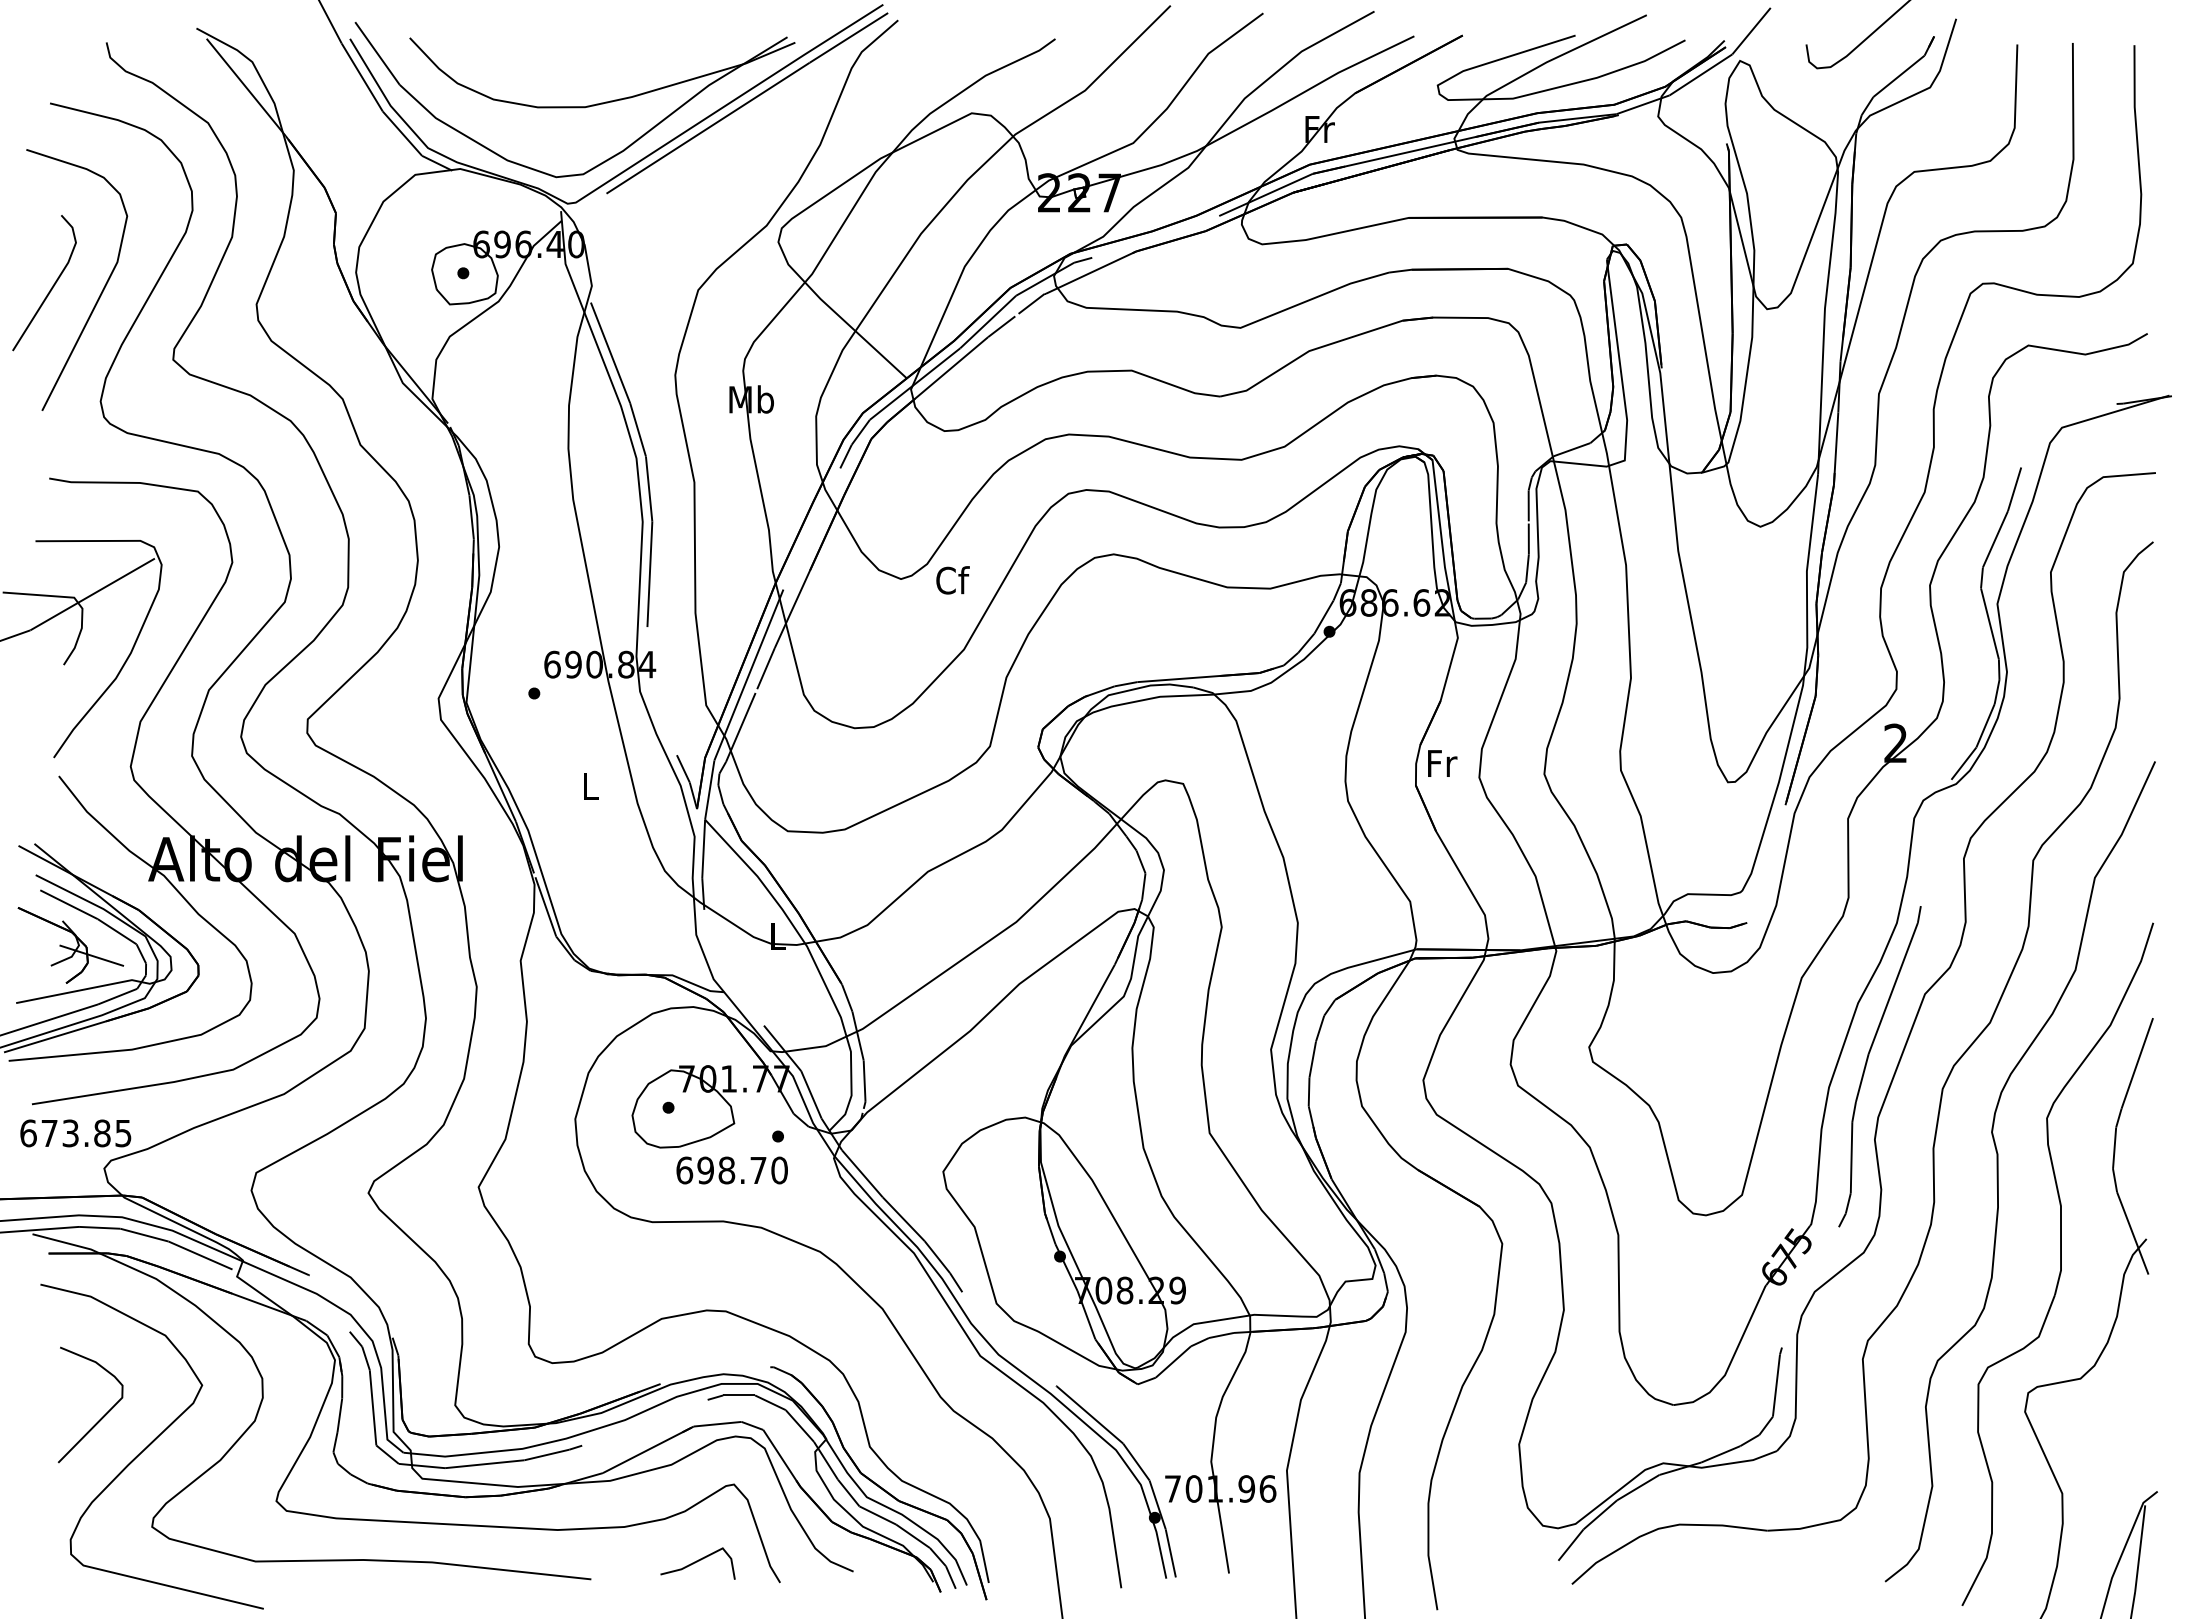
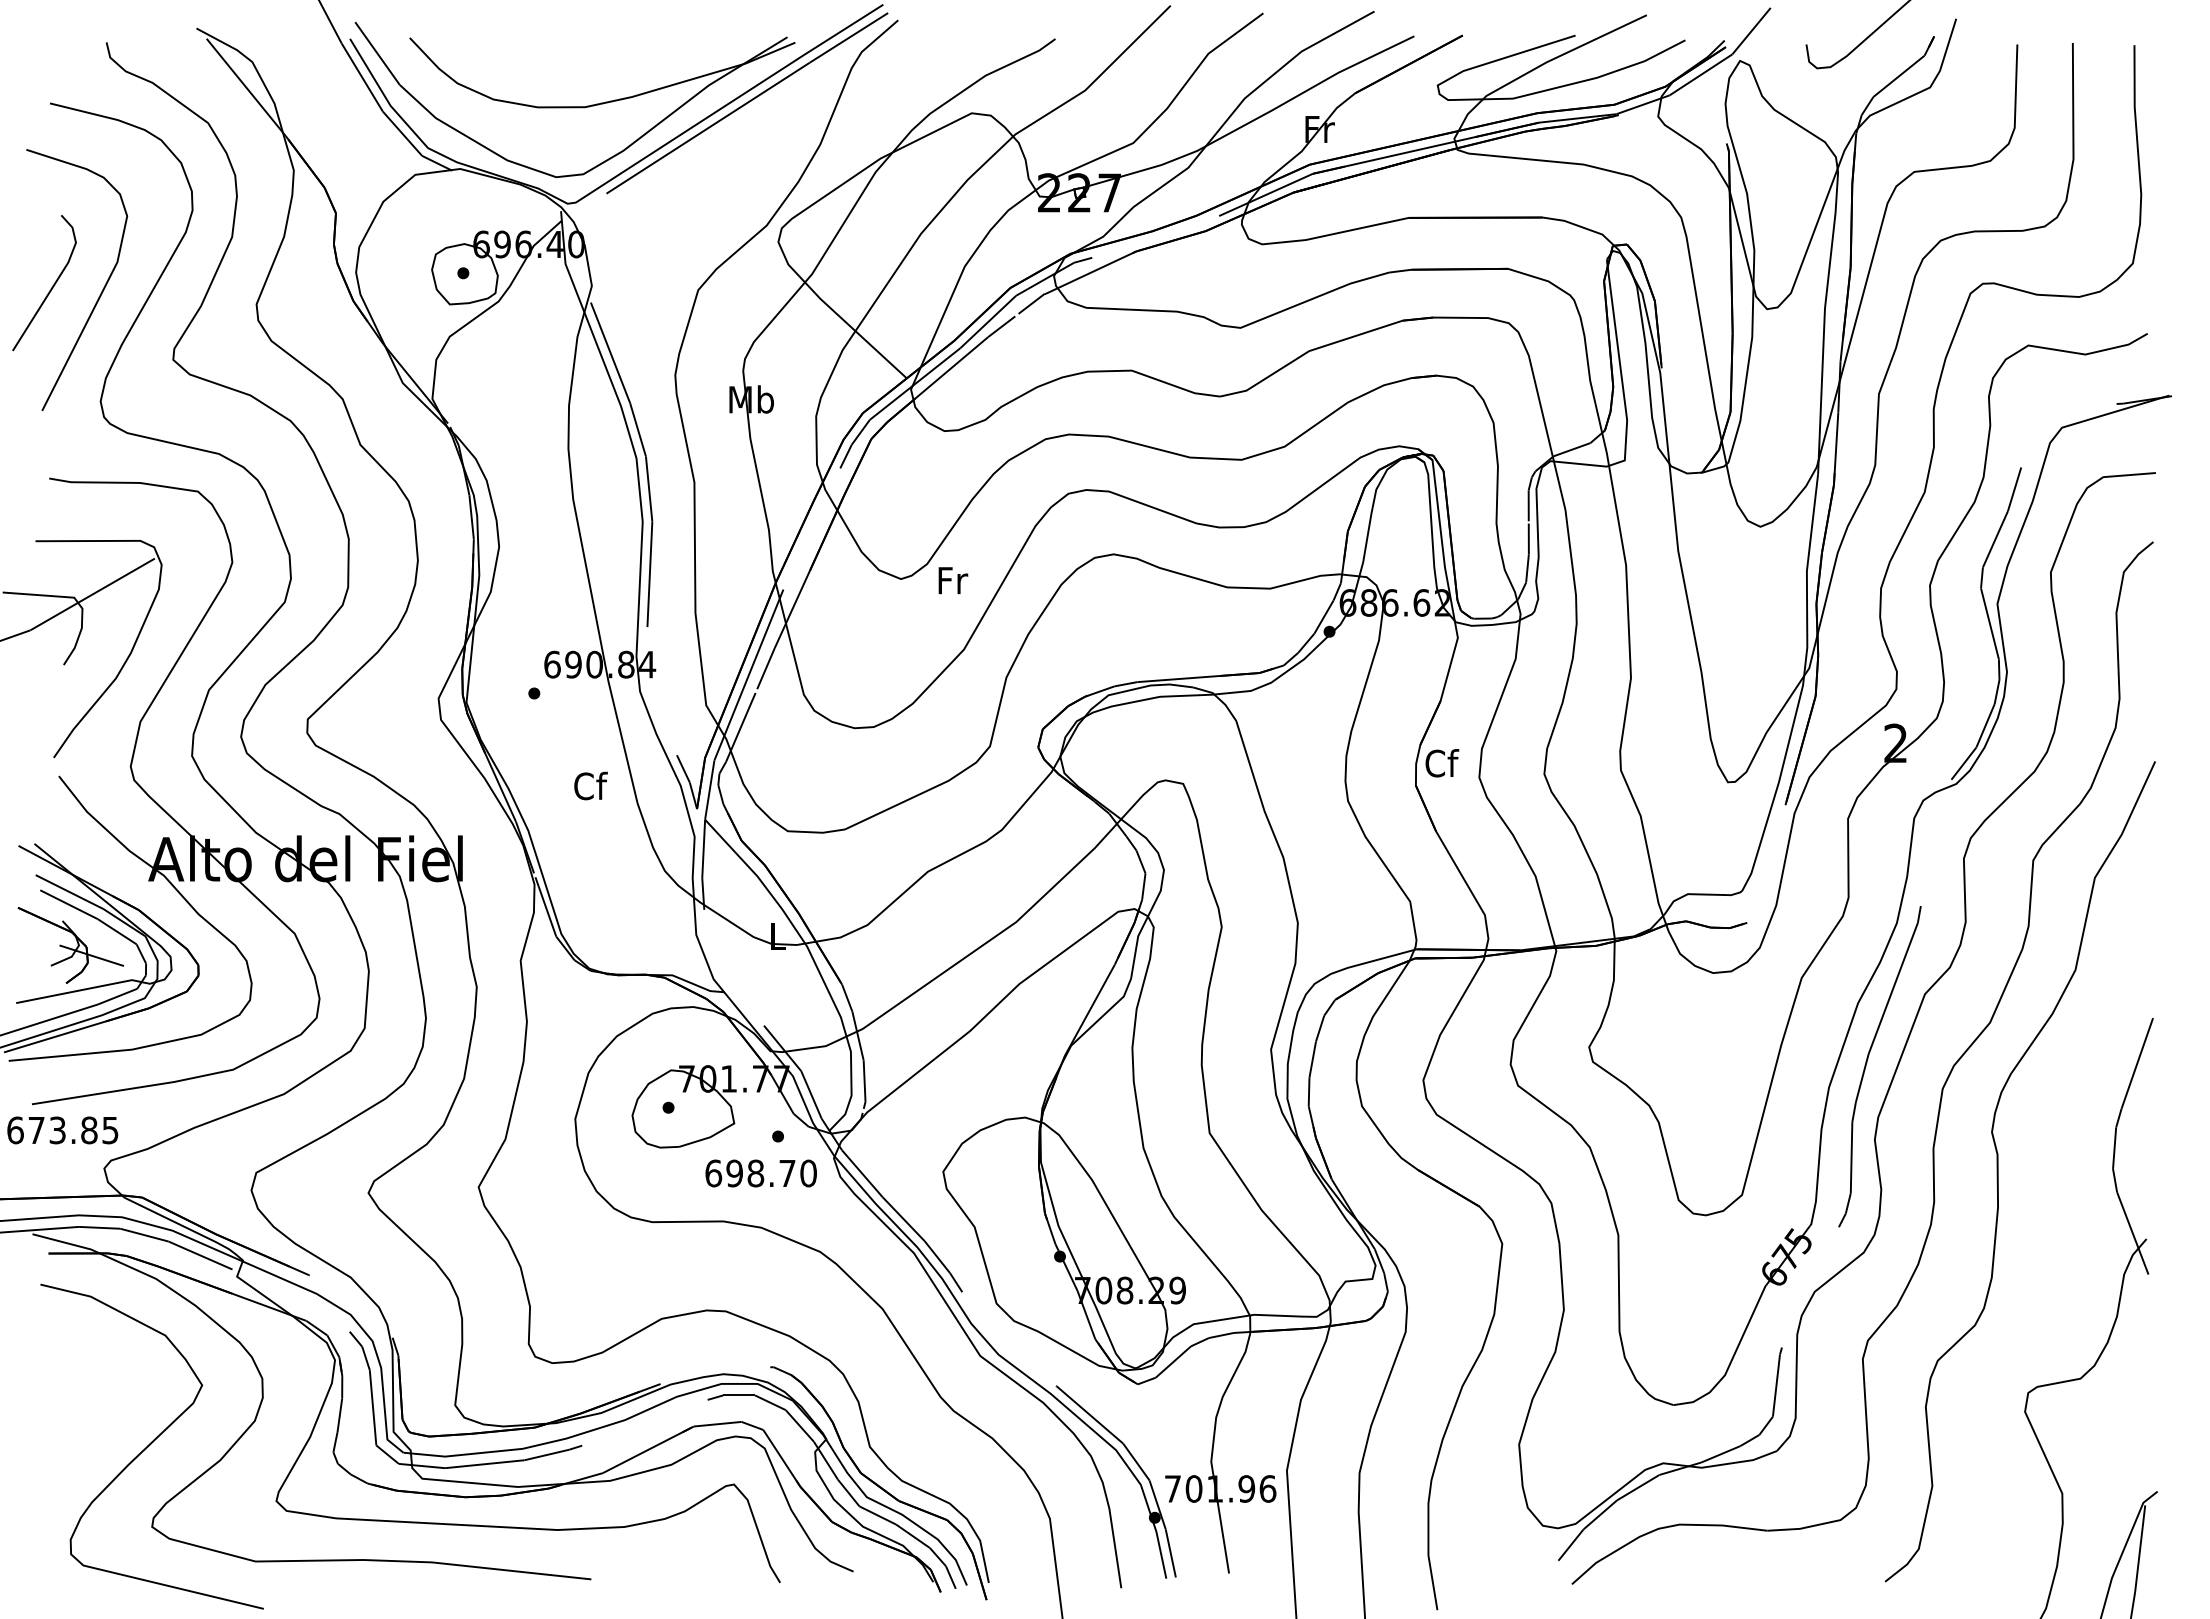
text at (952, 580): Cf -> Fr
text at (1442, 763): Fr -> Cf
text at (590, 785): L -> Cf
text at (75, 1133) position: (75, 1133) -> (62, 1130)
text at (731, 1170) position: (731, 1170) -> (760, 1173)
part at (2057, 1263): present -> none
curve at (102, 1416): present -> none
line at (697, 1562): present -> none
